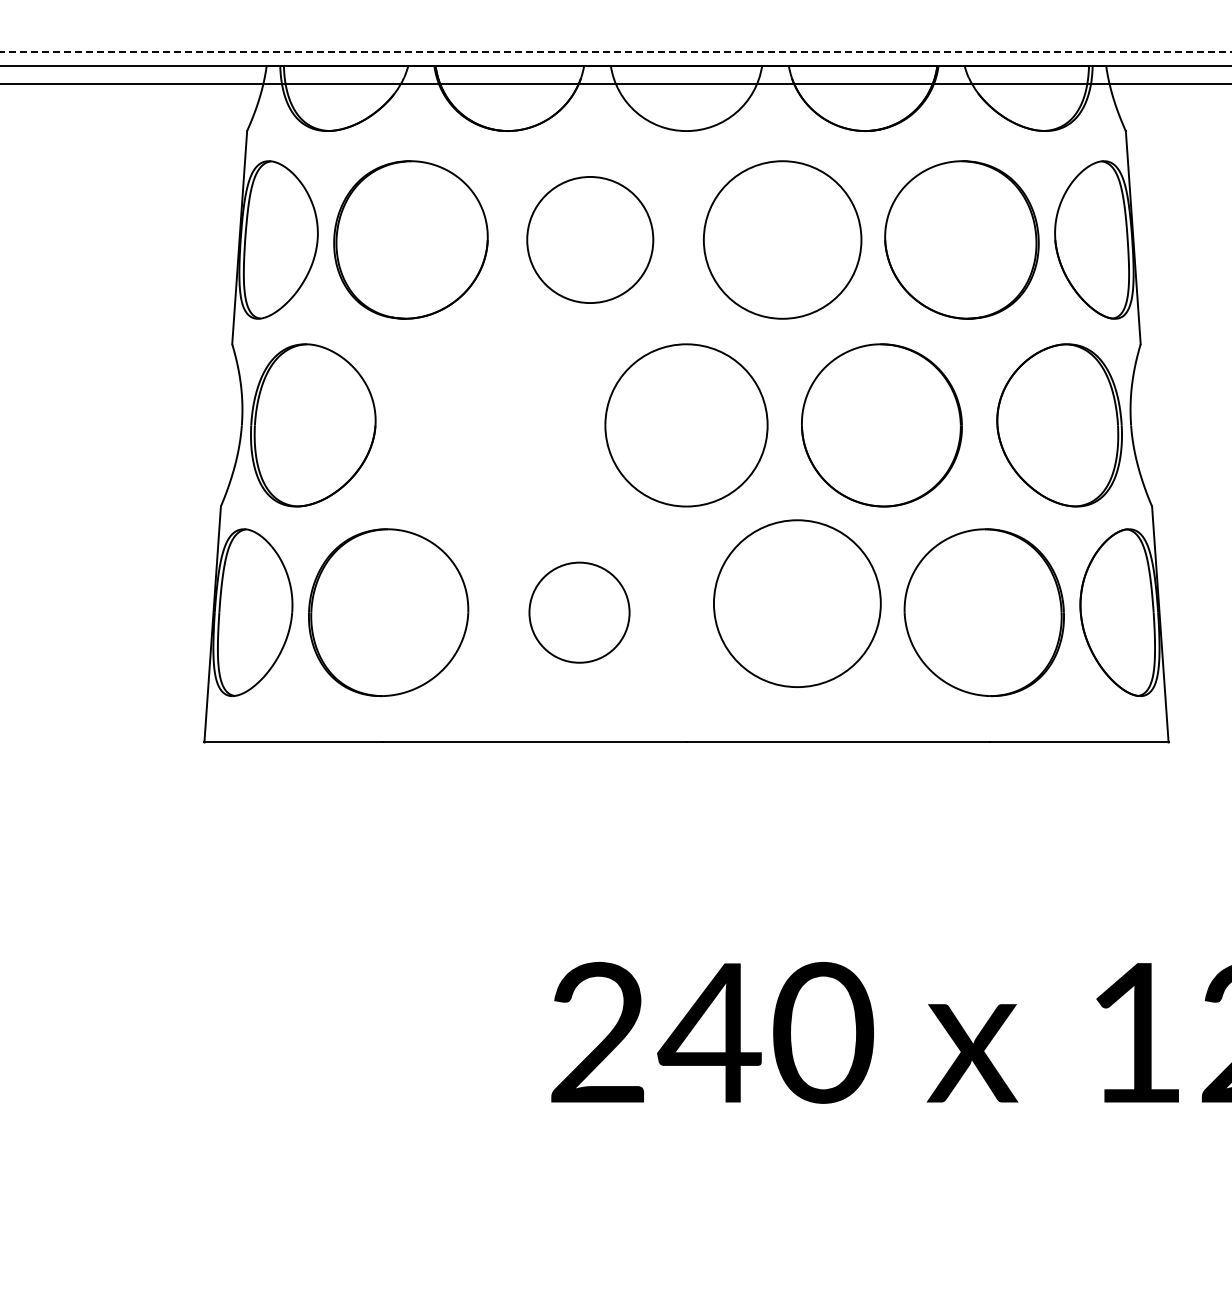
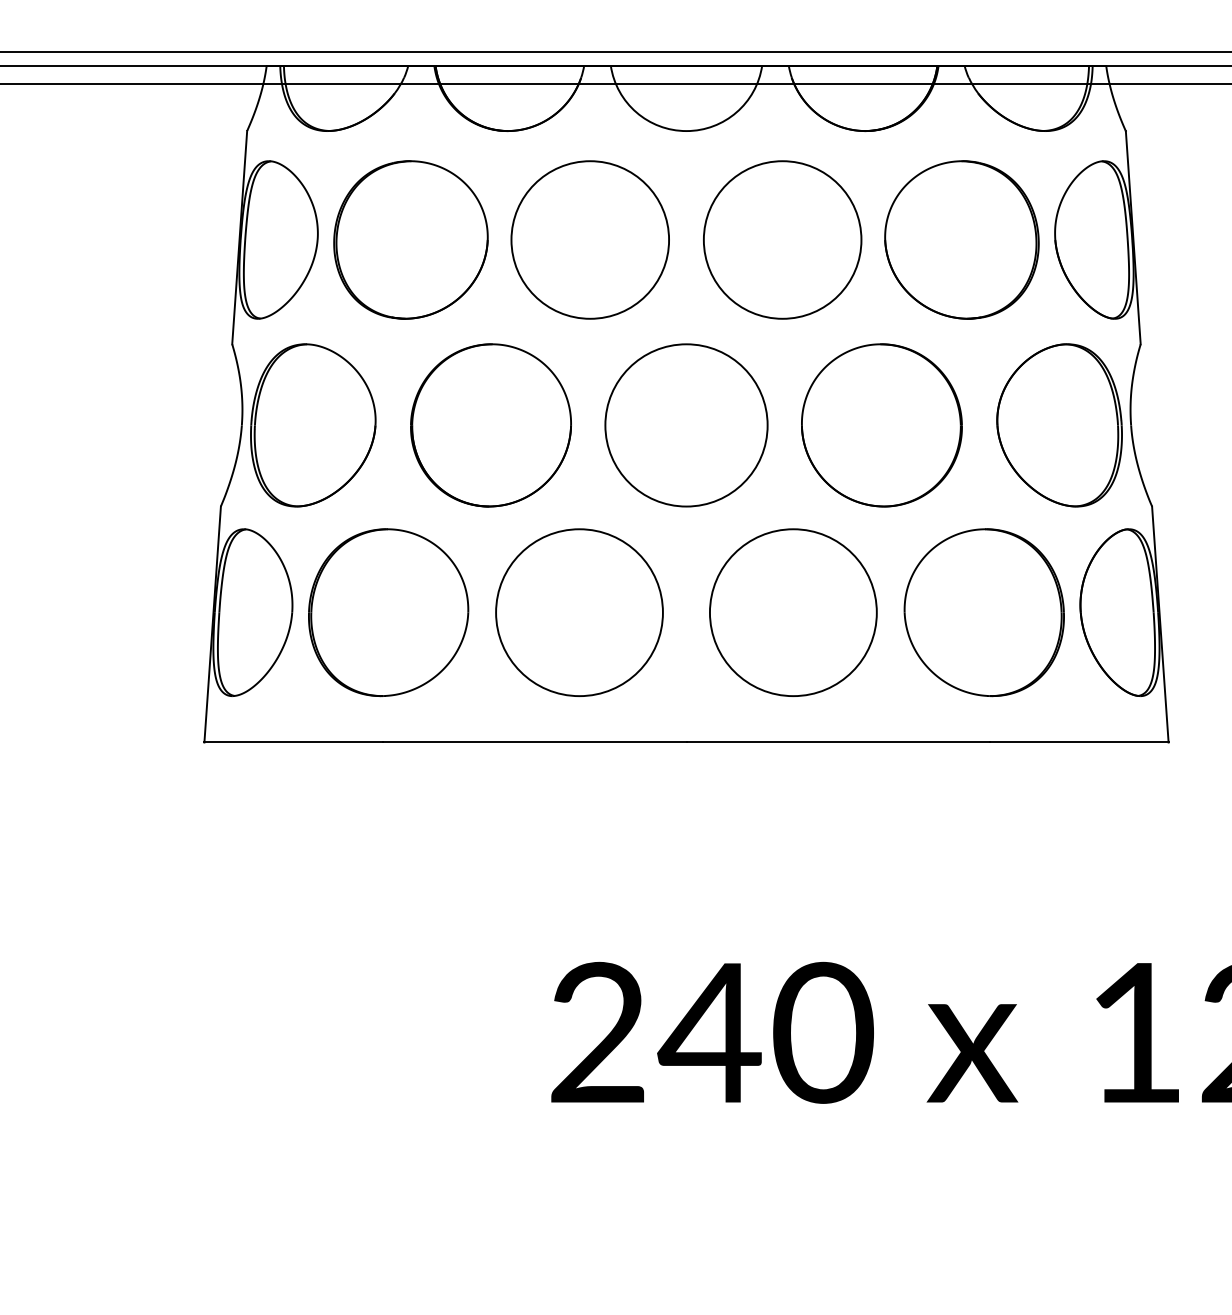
line at (615, 51): dashed -> solid
circle at (590, 239) diameter: 126 px -> 158 px
part at (490, 425): none -> present
circle at (797, 603) position: (797, 603) -> (793, 612)
circle at (579, 612) diameter: 100 px -> 167 px
